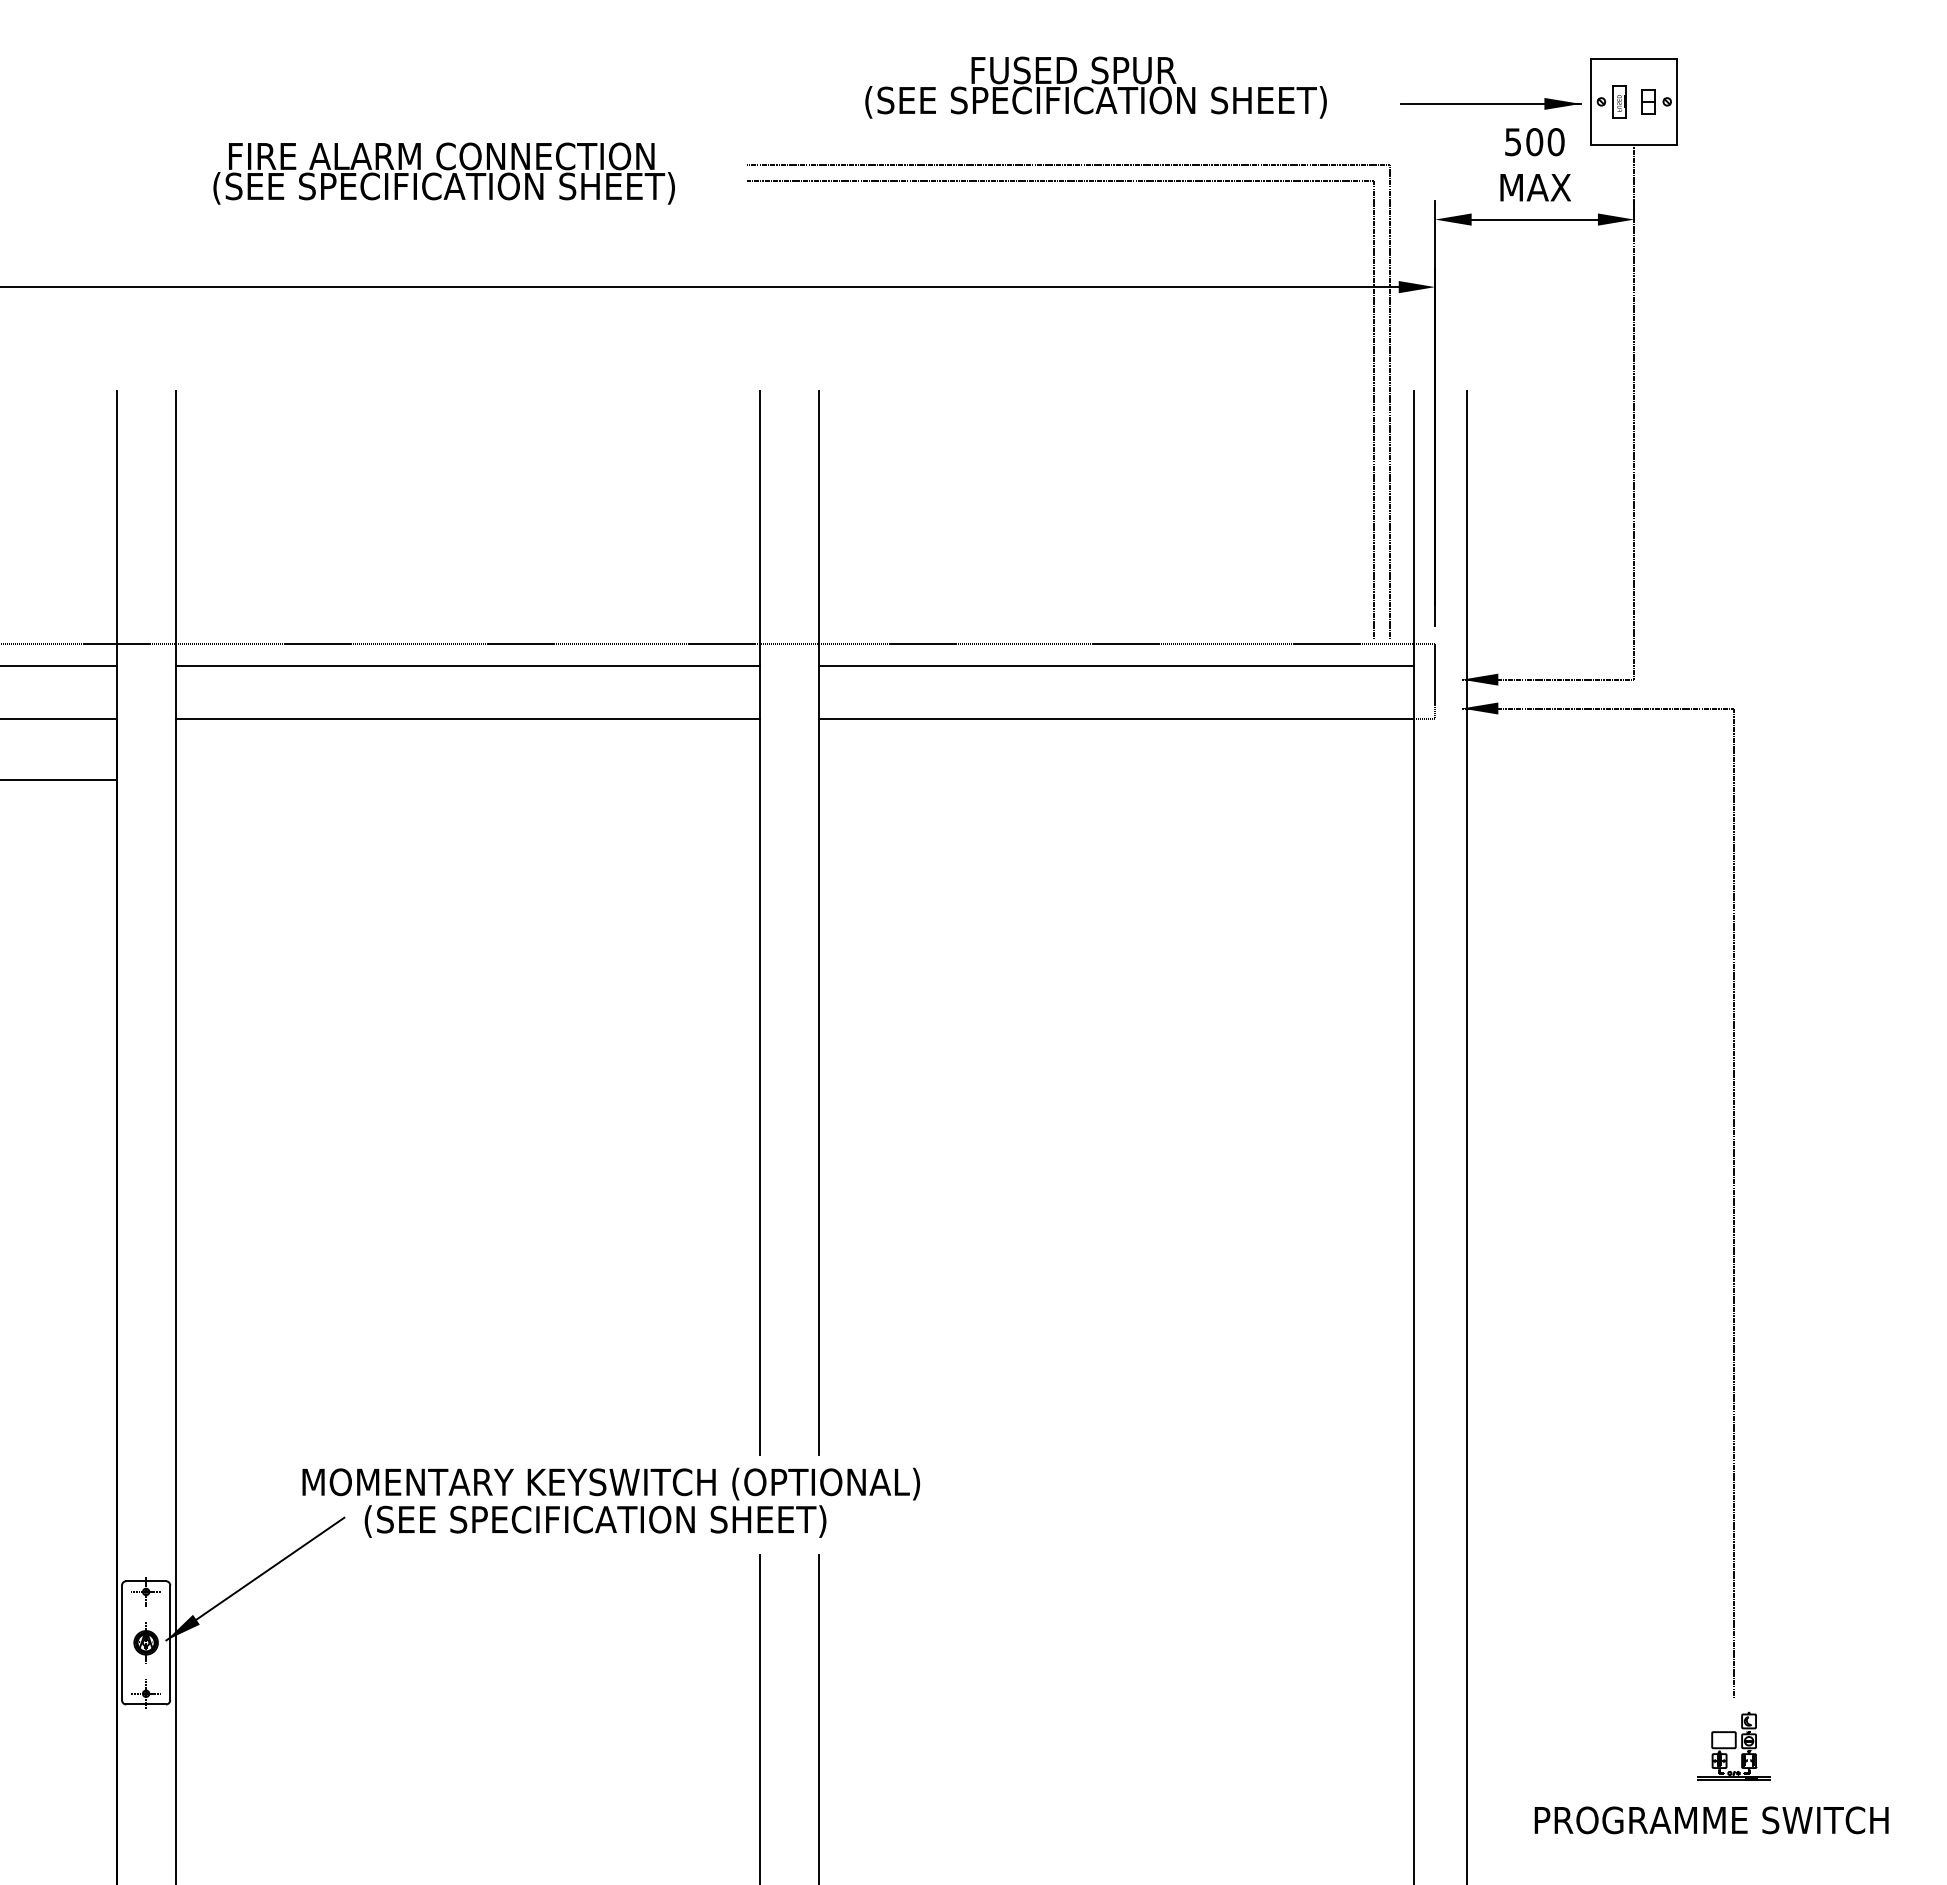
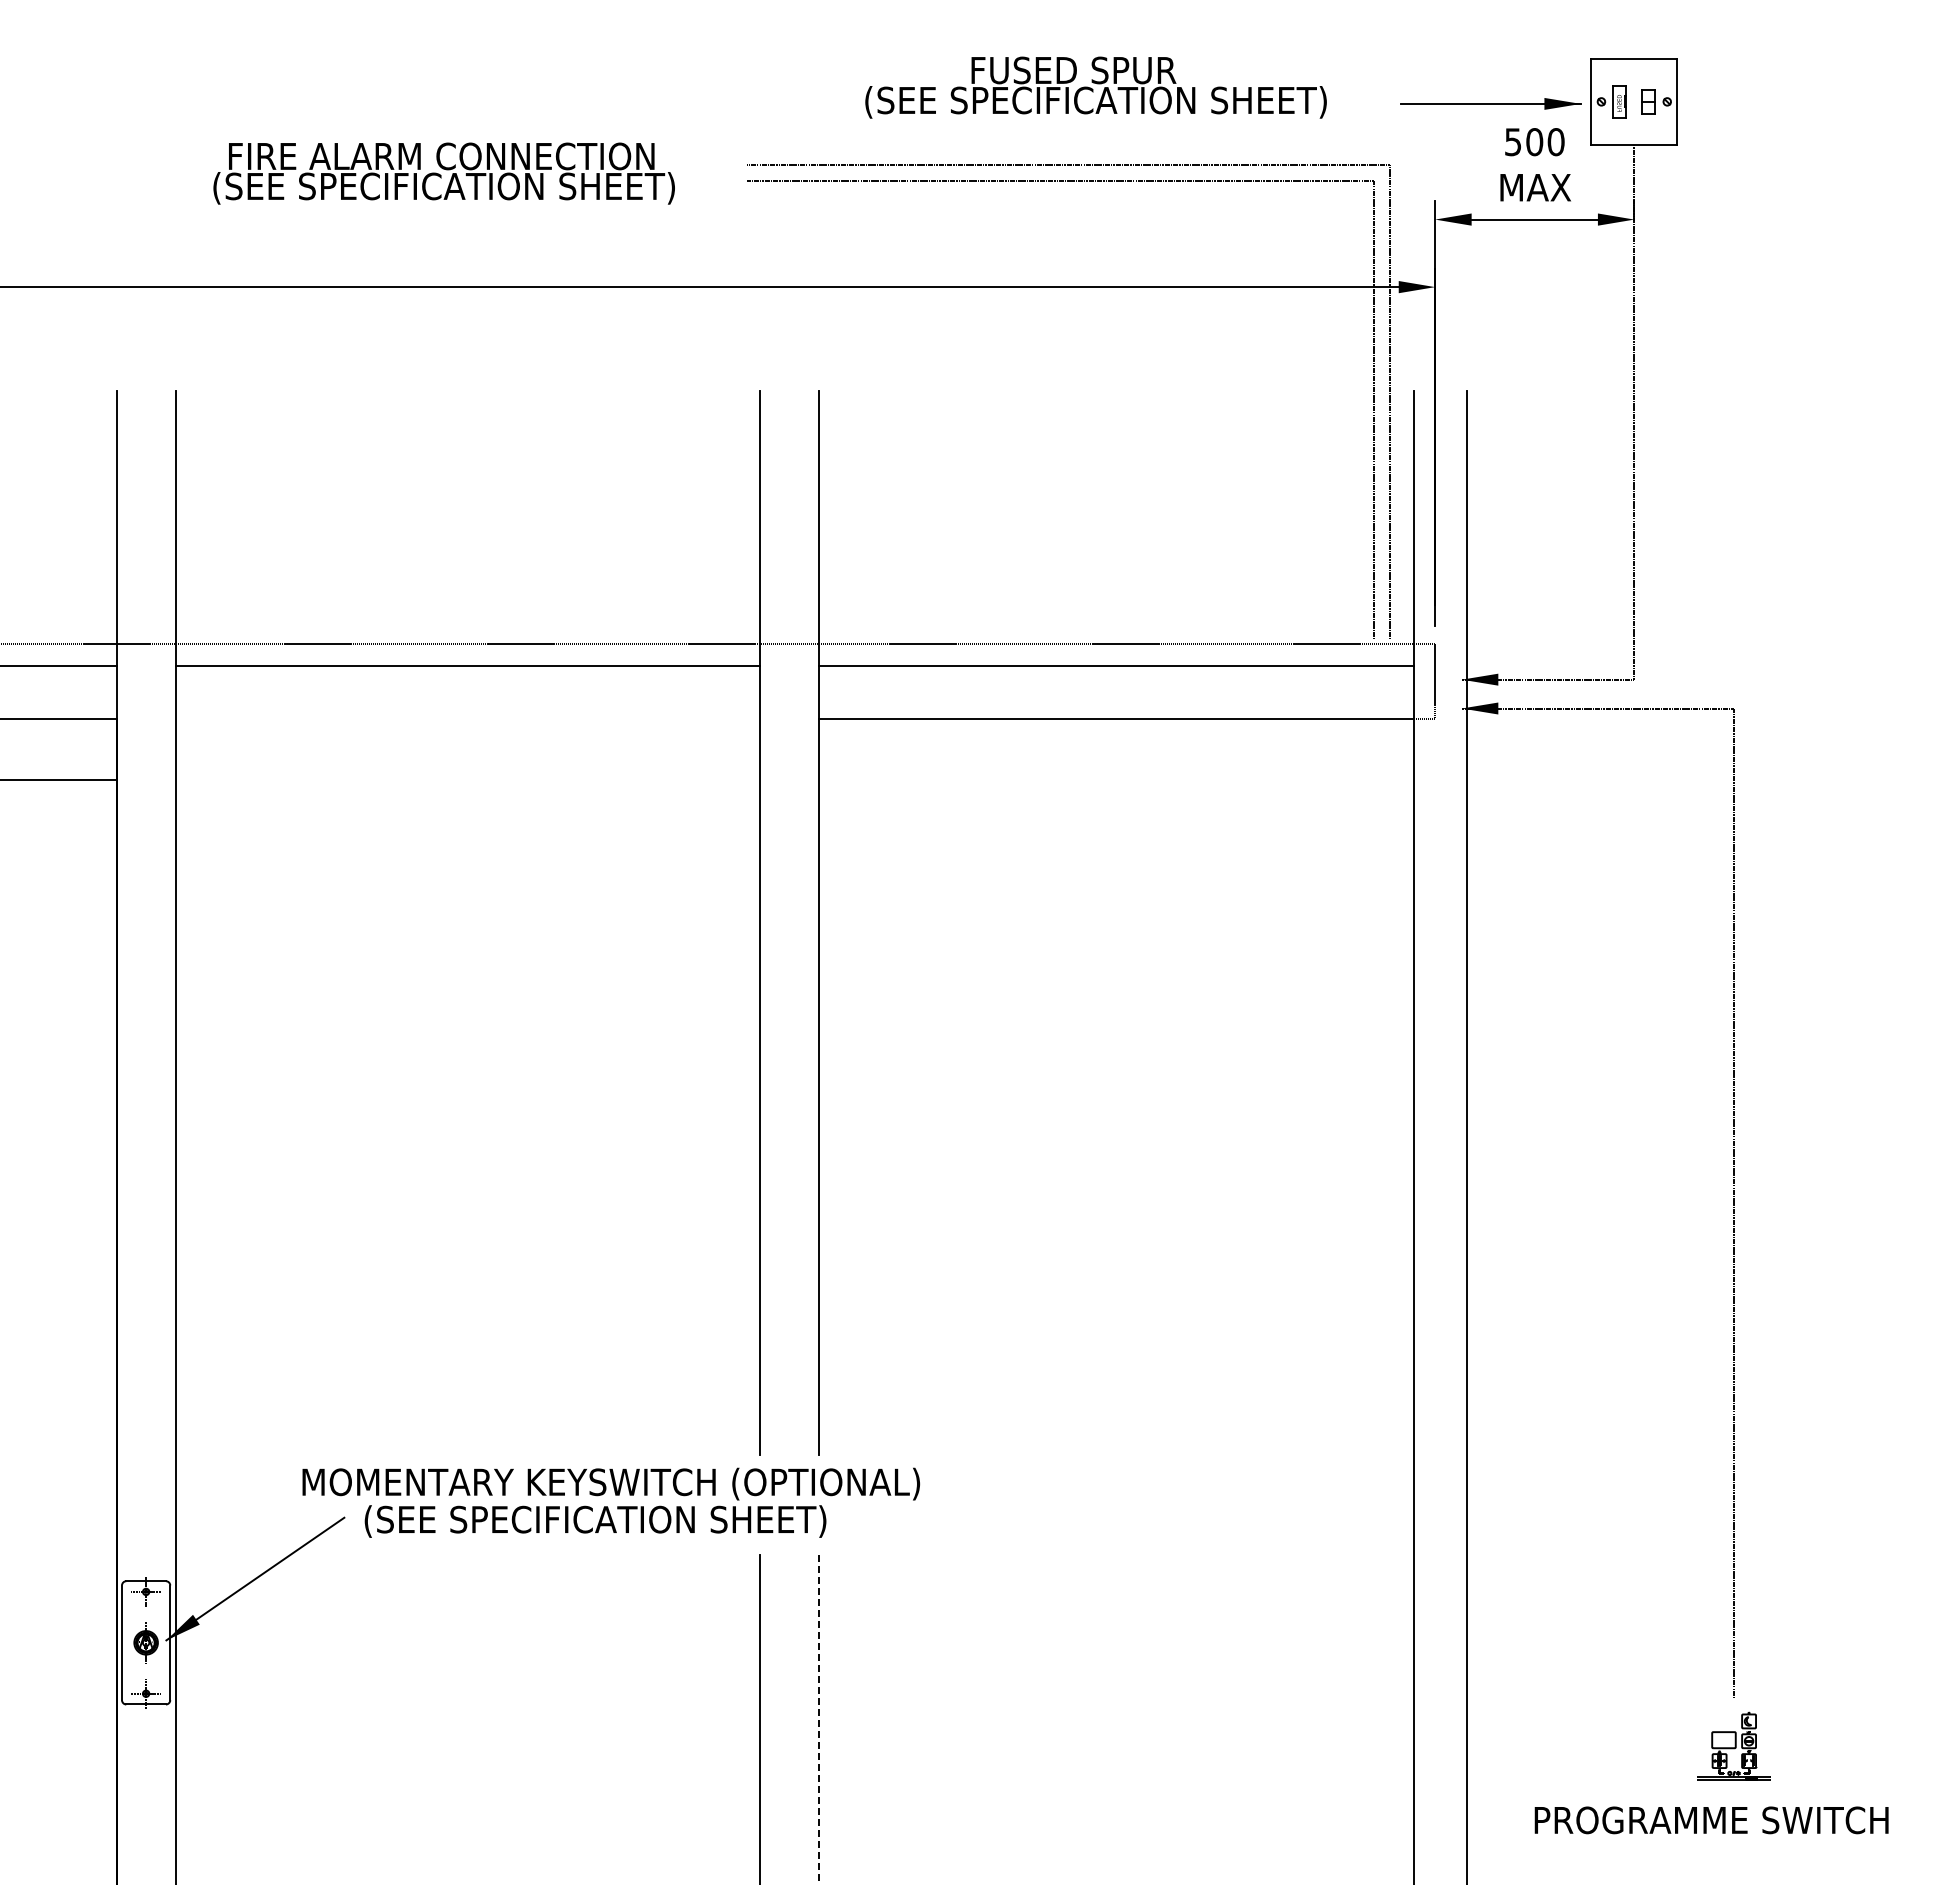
line at (467, 719): present -> none
line at (818, 1720): solid -> dashed
